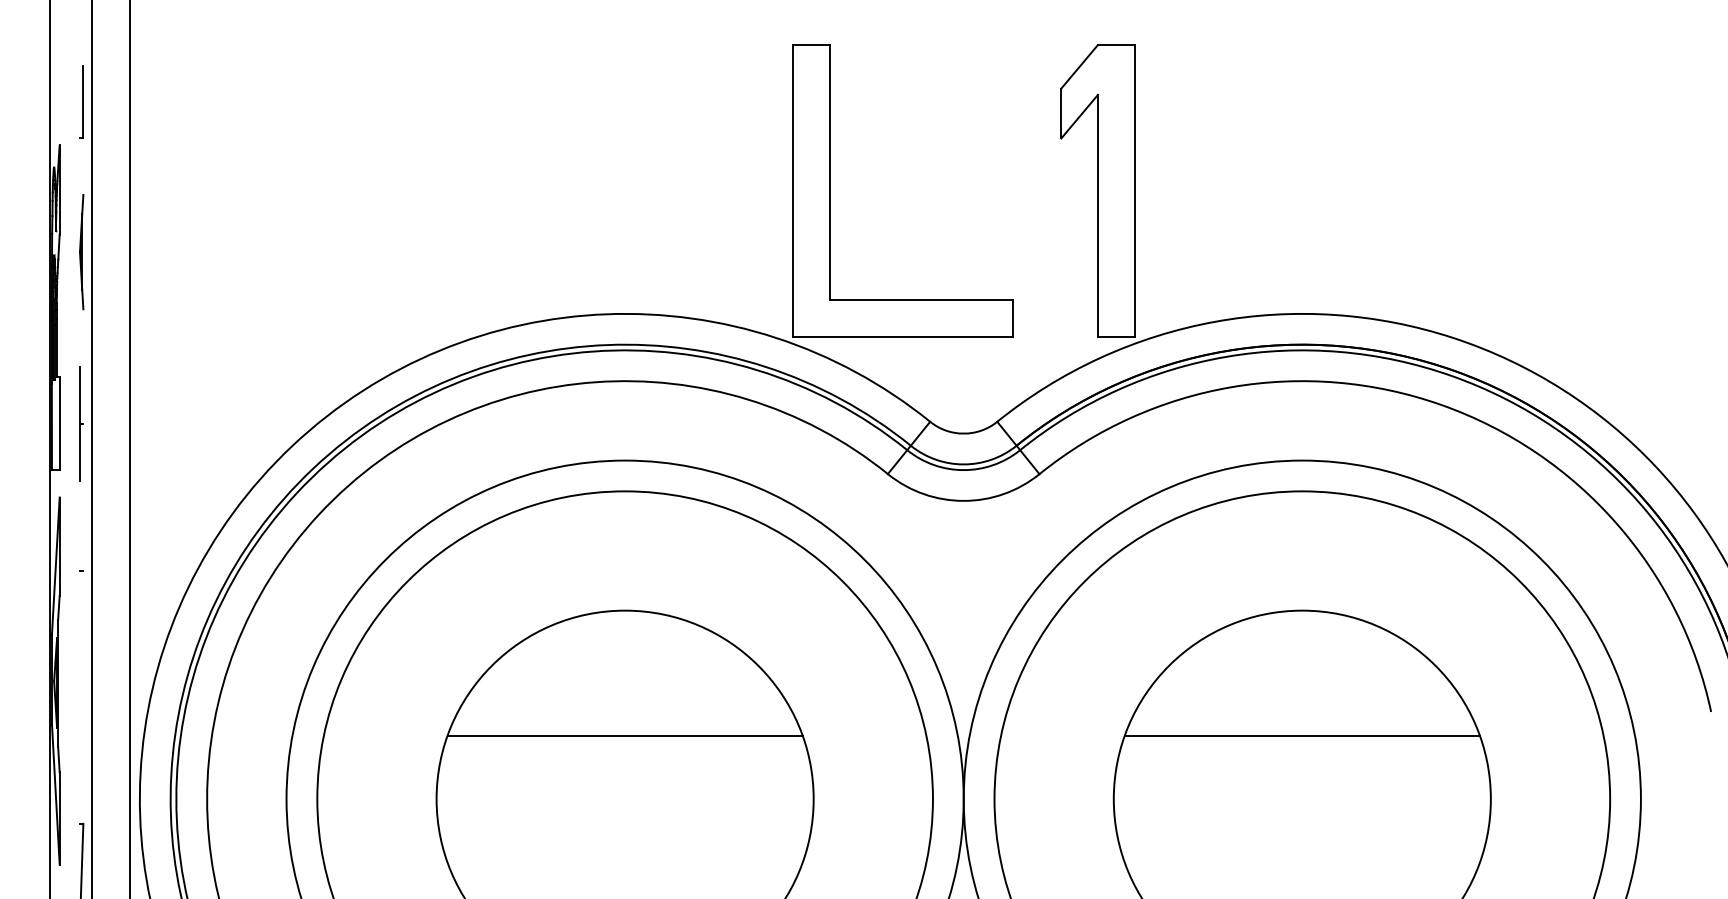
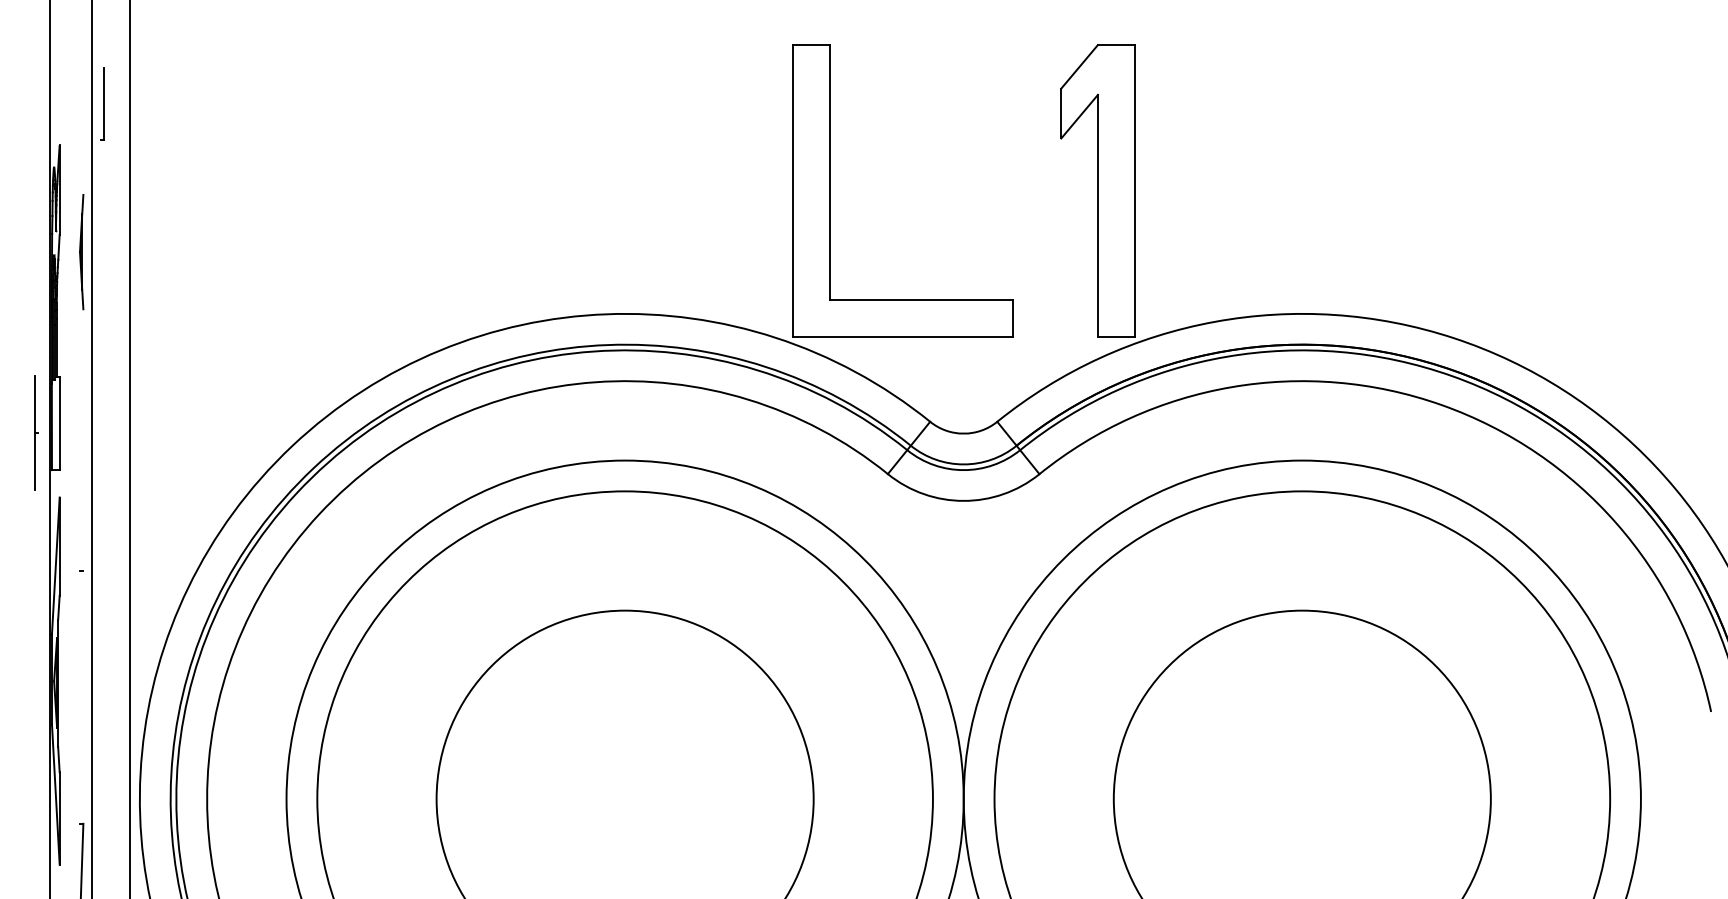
part at (81, 101) position: (81, 101) -> (102, 103)
part at (81, 423) position: (81, 423) -> (36, 432)
line at (624, 735): present -> none
line at (1301, 735): present -> none
